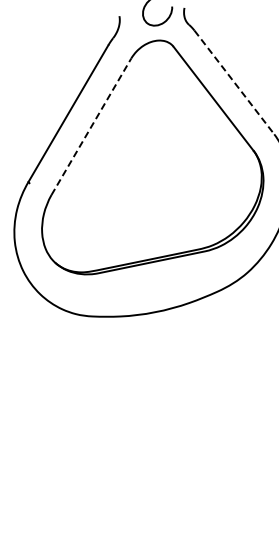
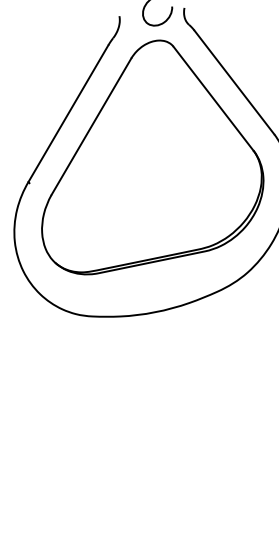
line at (234, 82): dashed -> solid
line at (91, 126): dashed -> solid
